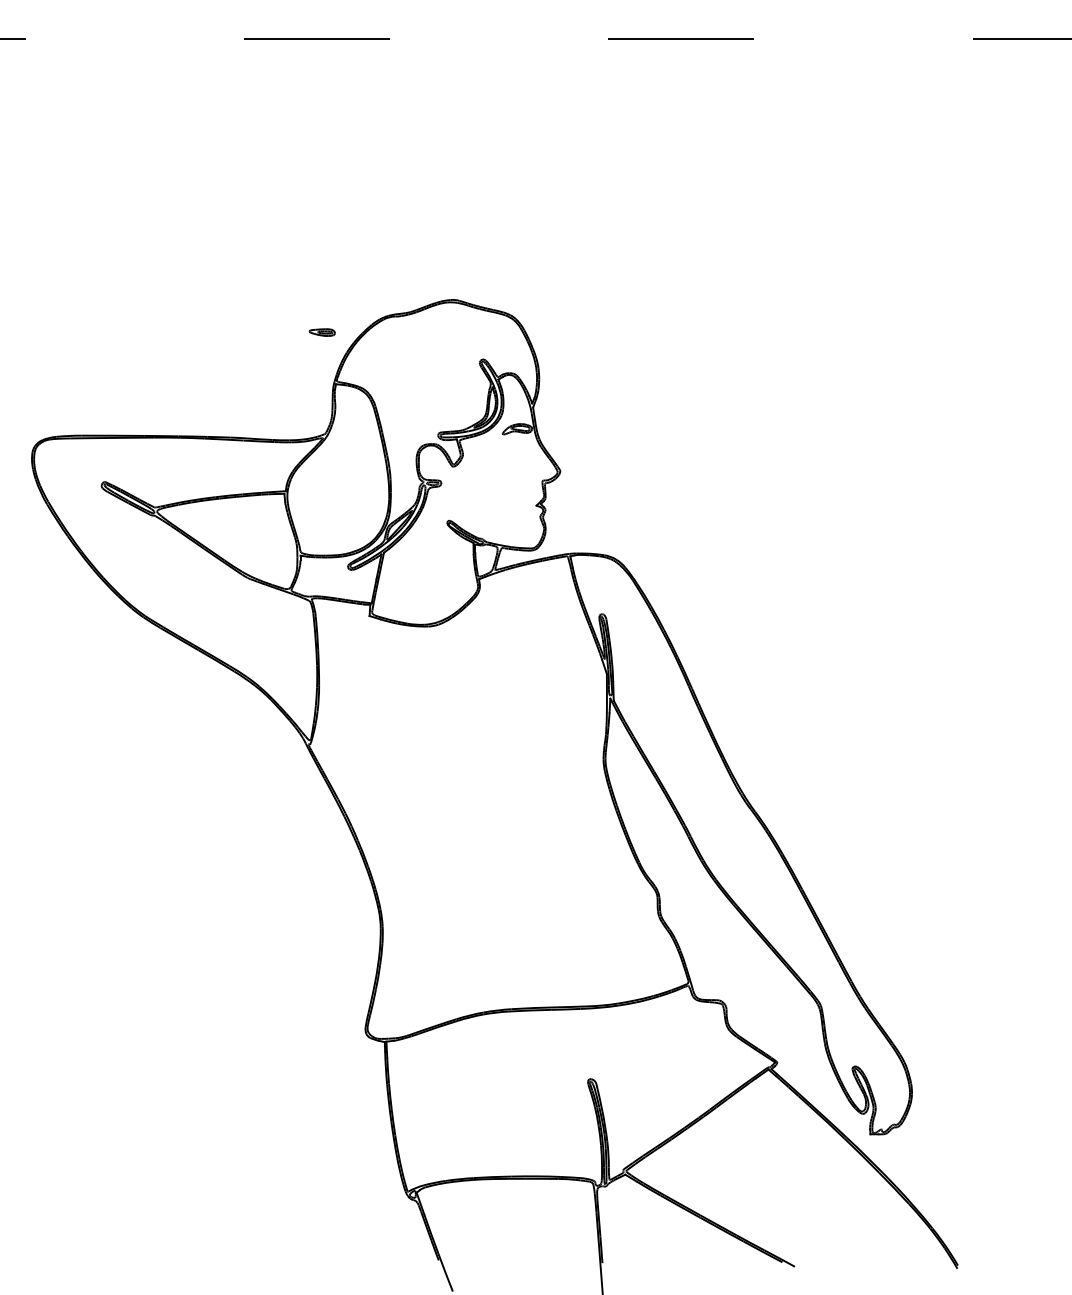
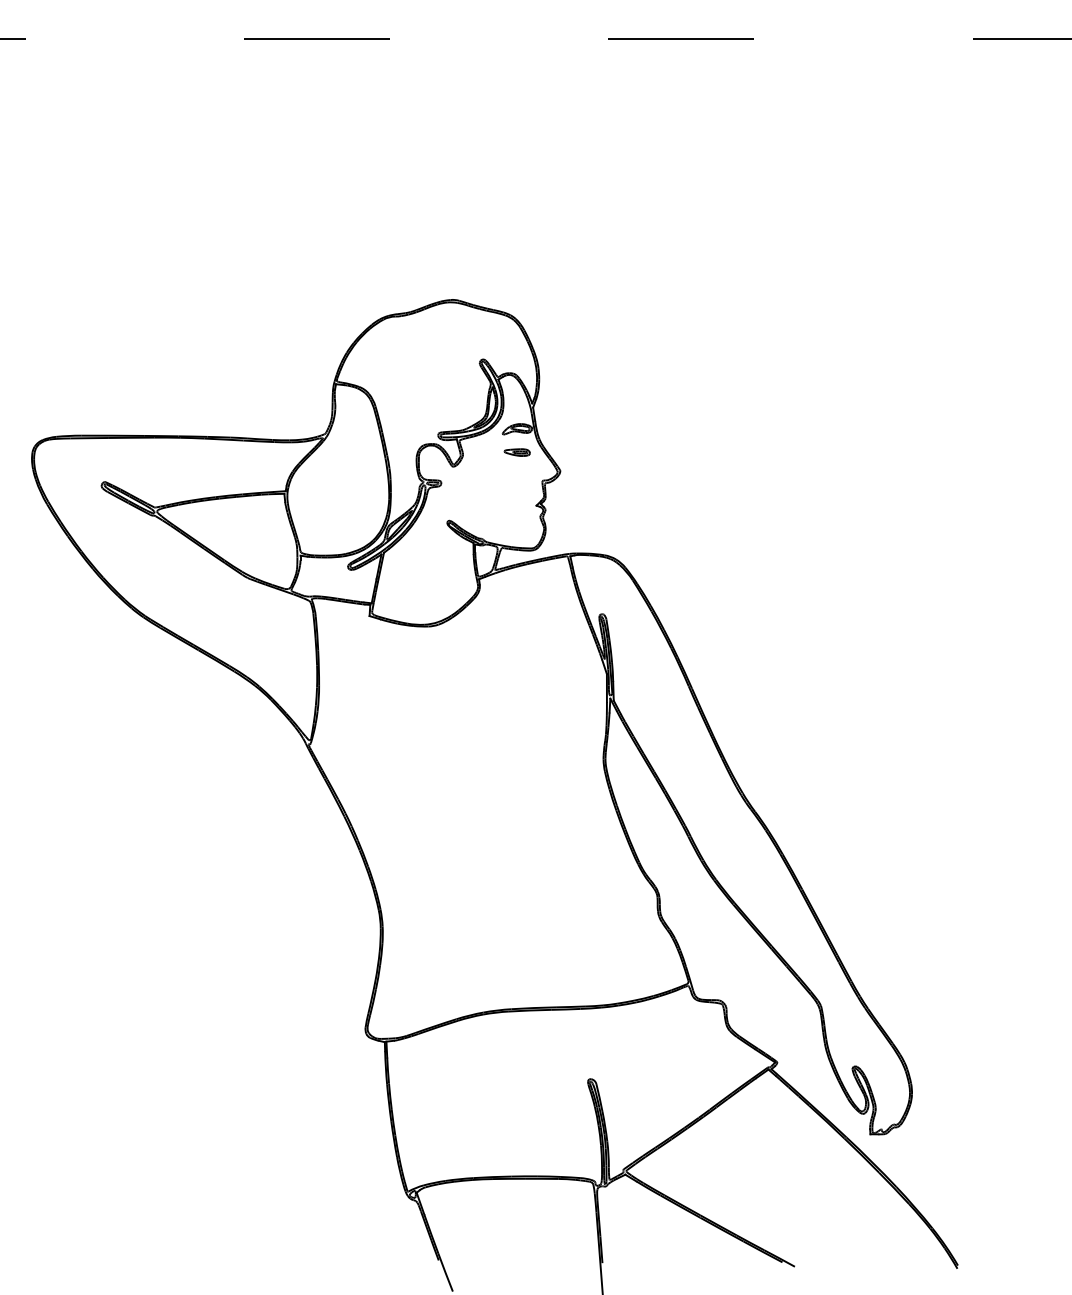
part at (321, 332) position: (321, 332) -> (516, 452)
